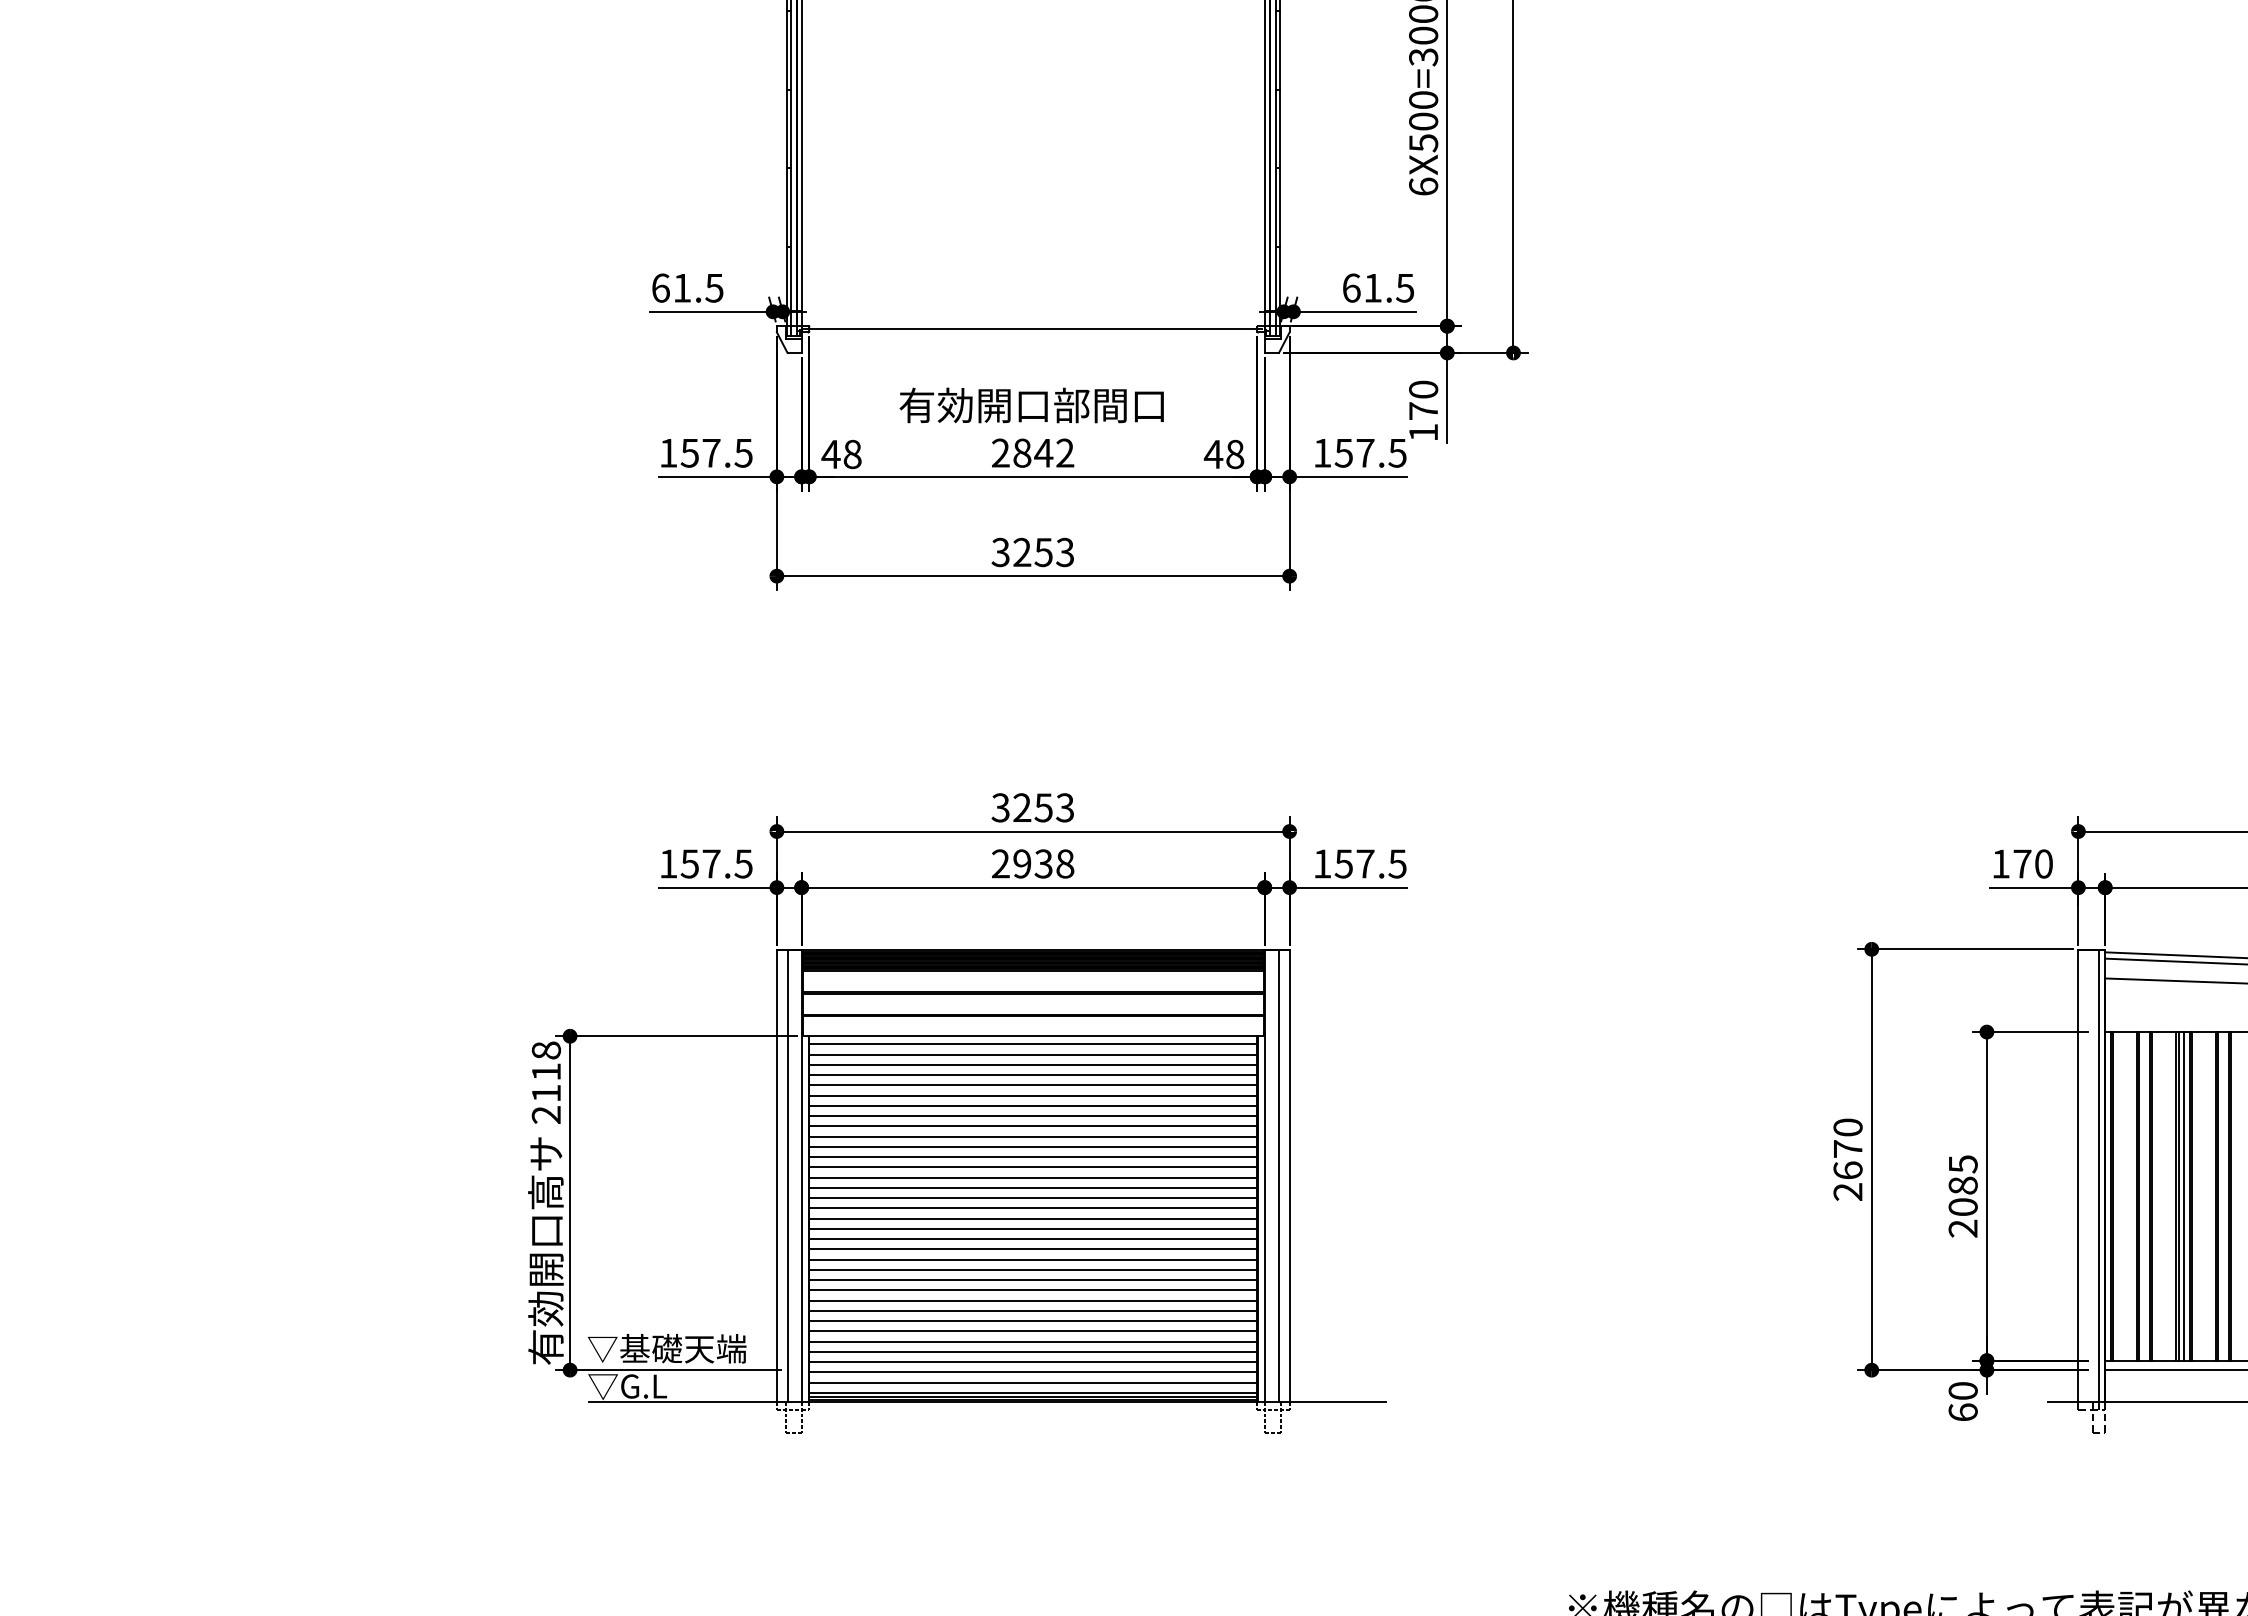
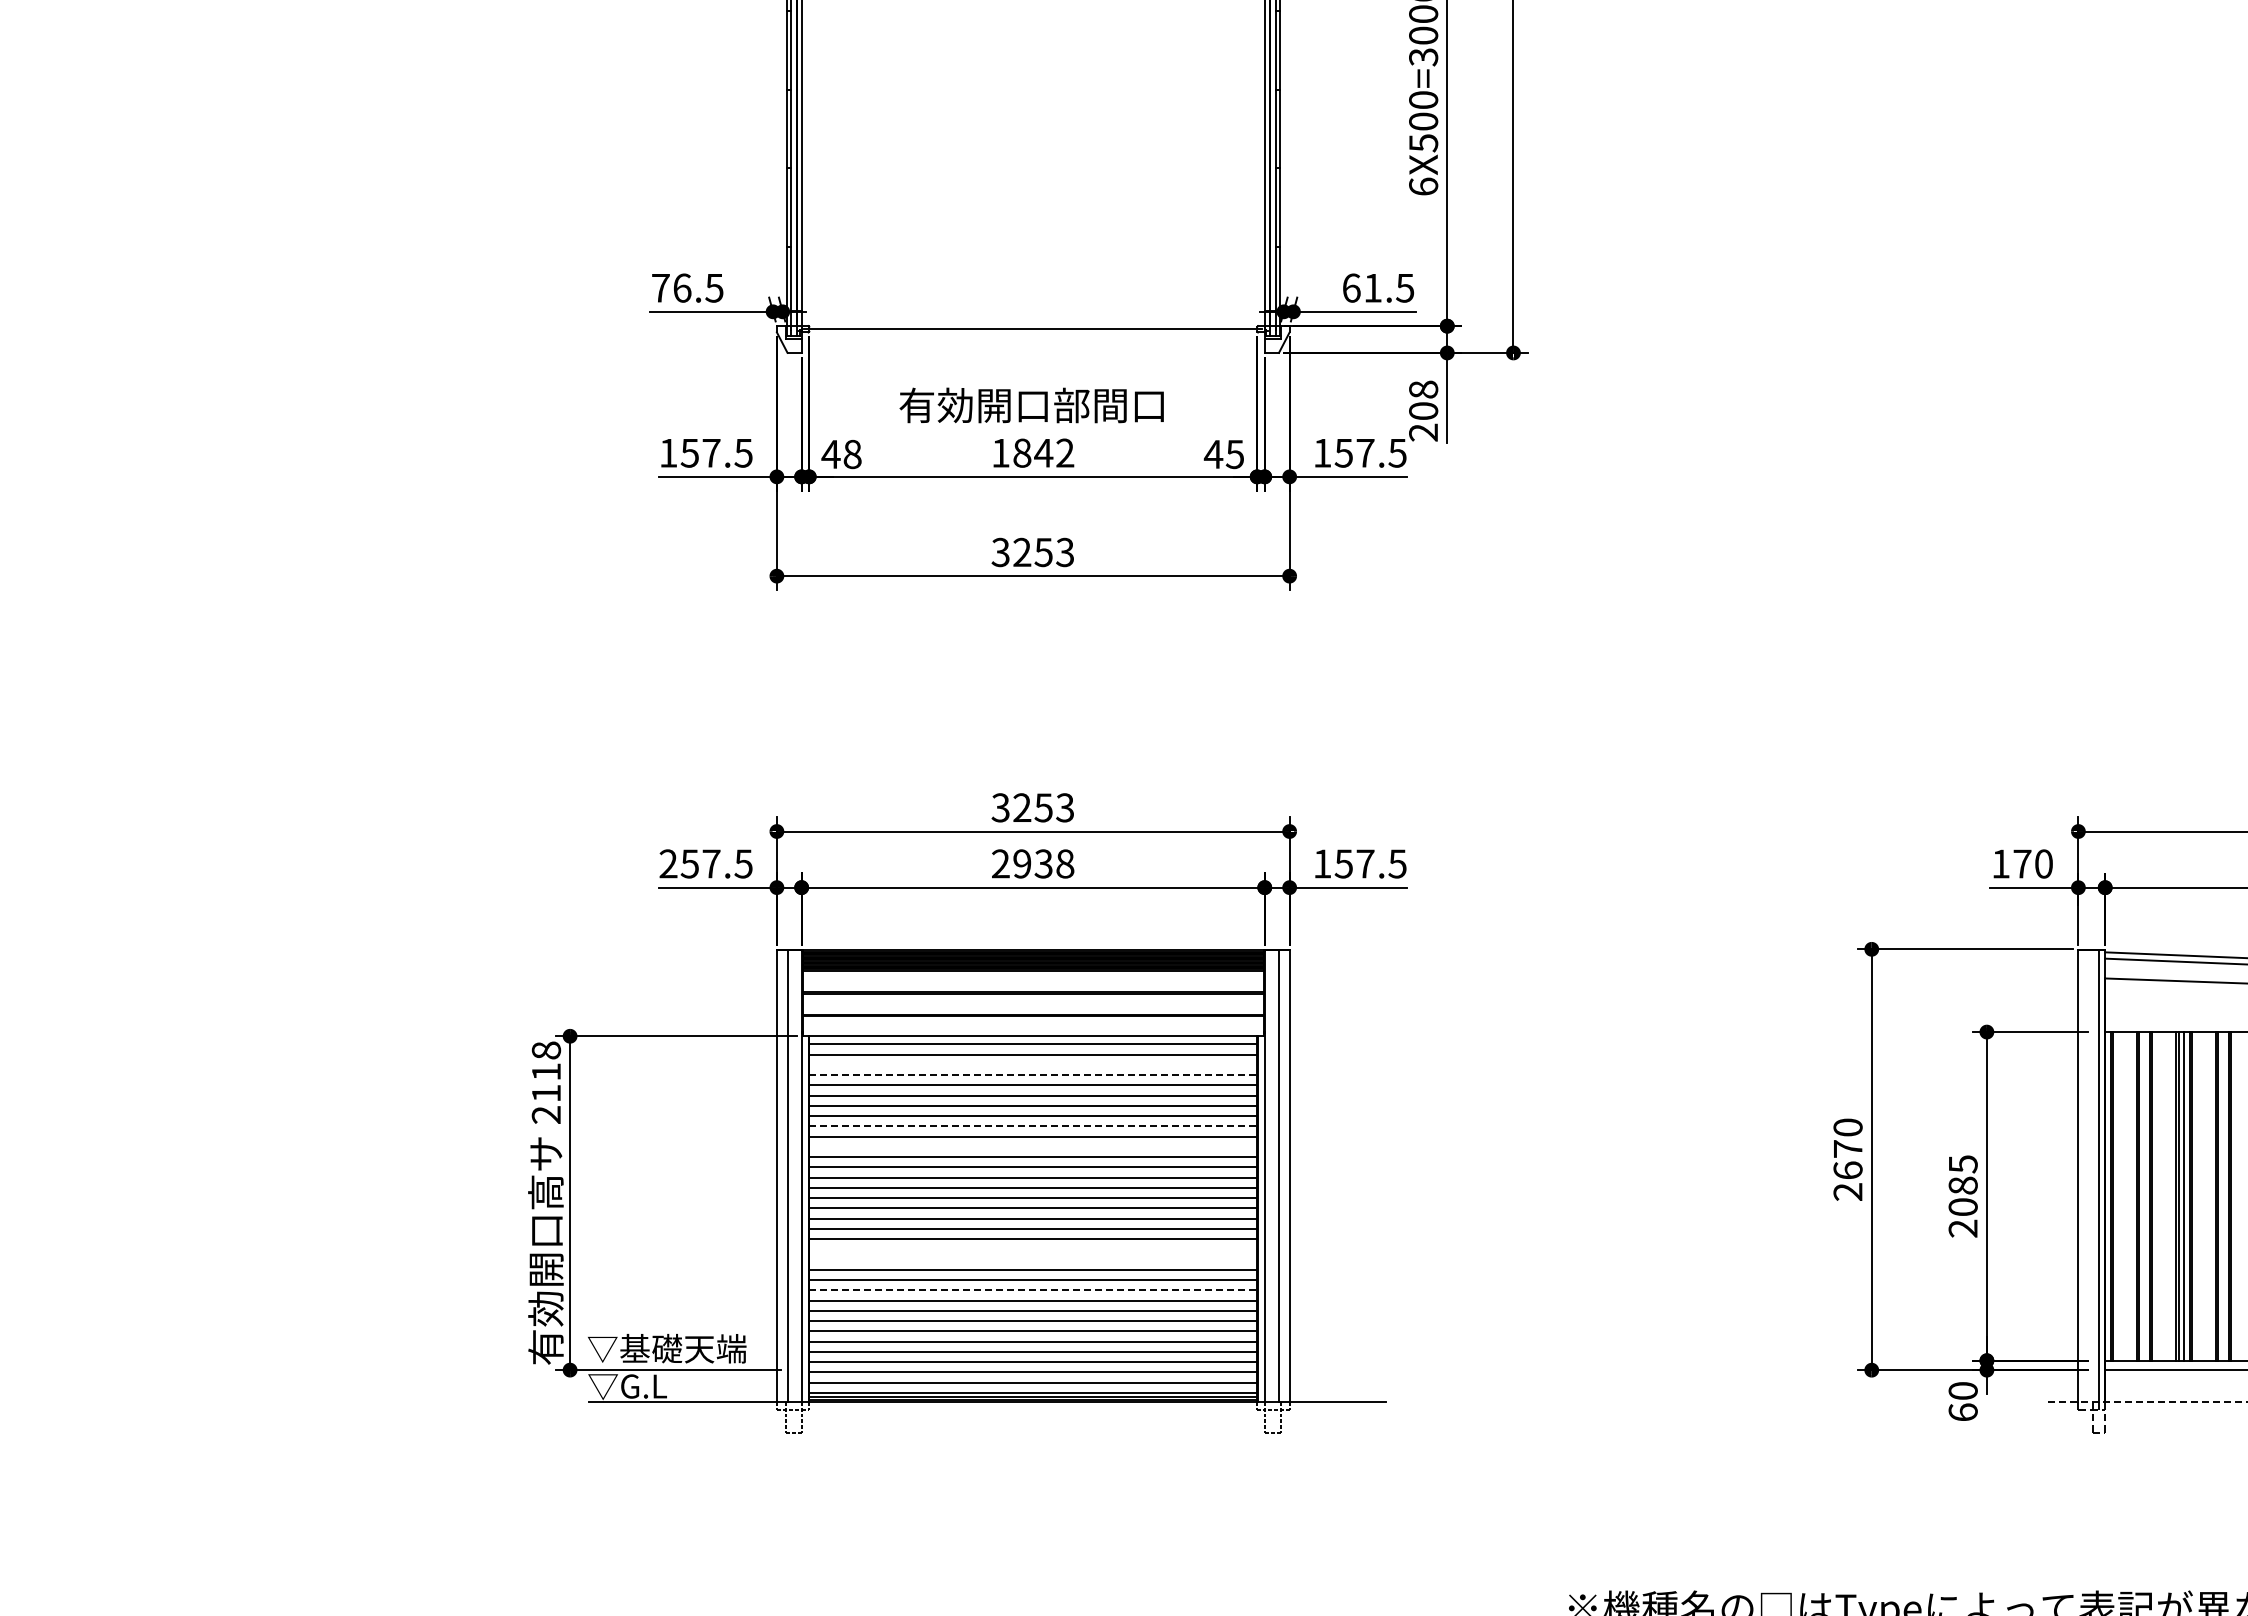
text at (671, 287): 61.5 -> 76.5
text at (1423, 410): 170 -> 208
text at (1000, 452): 2842 -> 1842
text at (1234, 453): 48 -> 45
text at (668, 863): 157.5 -> 257.5
line at (1033, 1064): present -> none
line at (1033, 1075): solid -> dashed
line at (1033, 1126): solid -> dashed
line at (1033, 1146): present -> none
line at (1033, 1249): present -> none
line at (1033, 1259): present -> none
line at (1033, 1290): solid -> dashed
line at (2147, 1401): solid -> dashed
